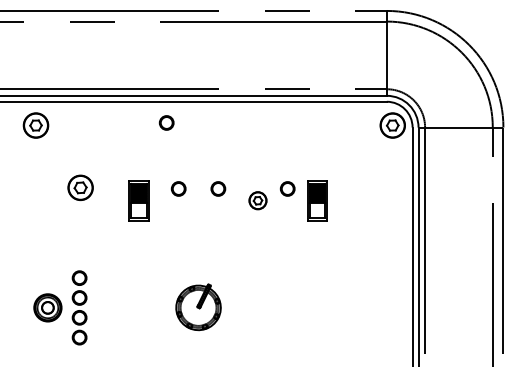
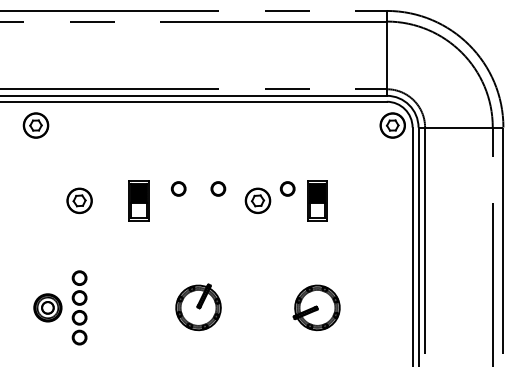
part at (166, 122): present -> none
part at (80, 187) position: (80, 187) -> (79, 200)
part at (257, 200) size: 20x20 px -> 28x27 px
part at (316, 307): none -> present
